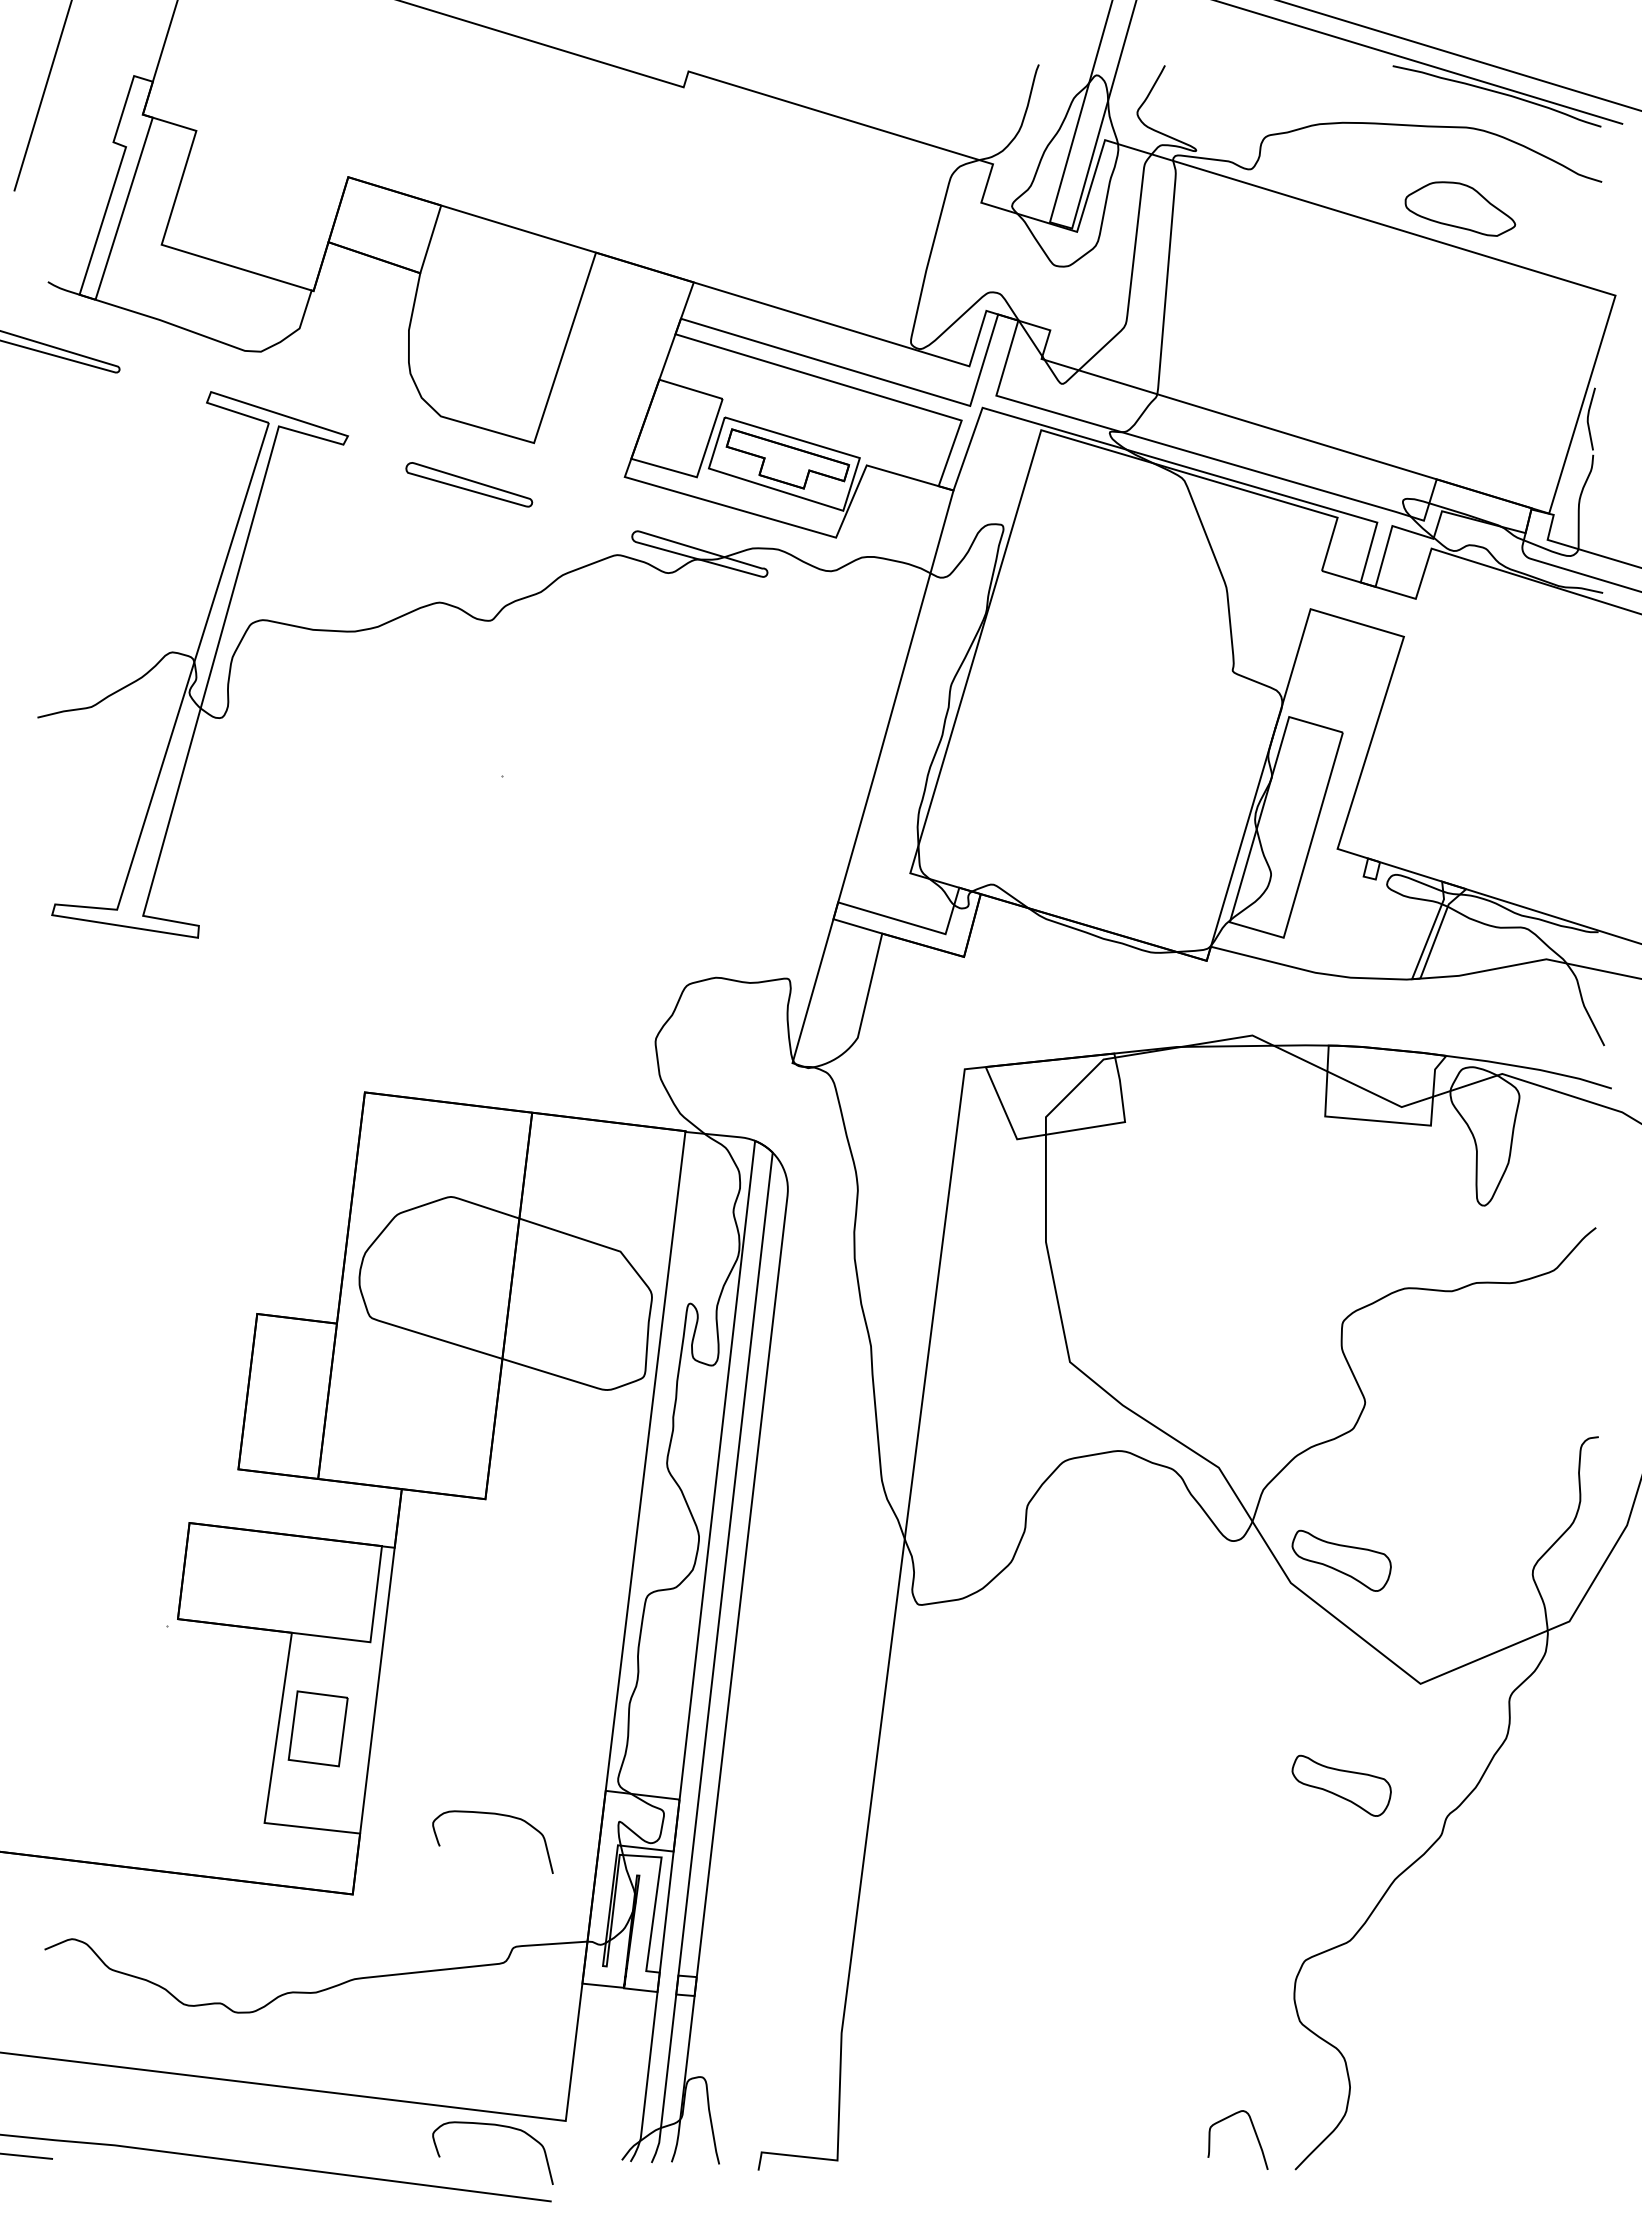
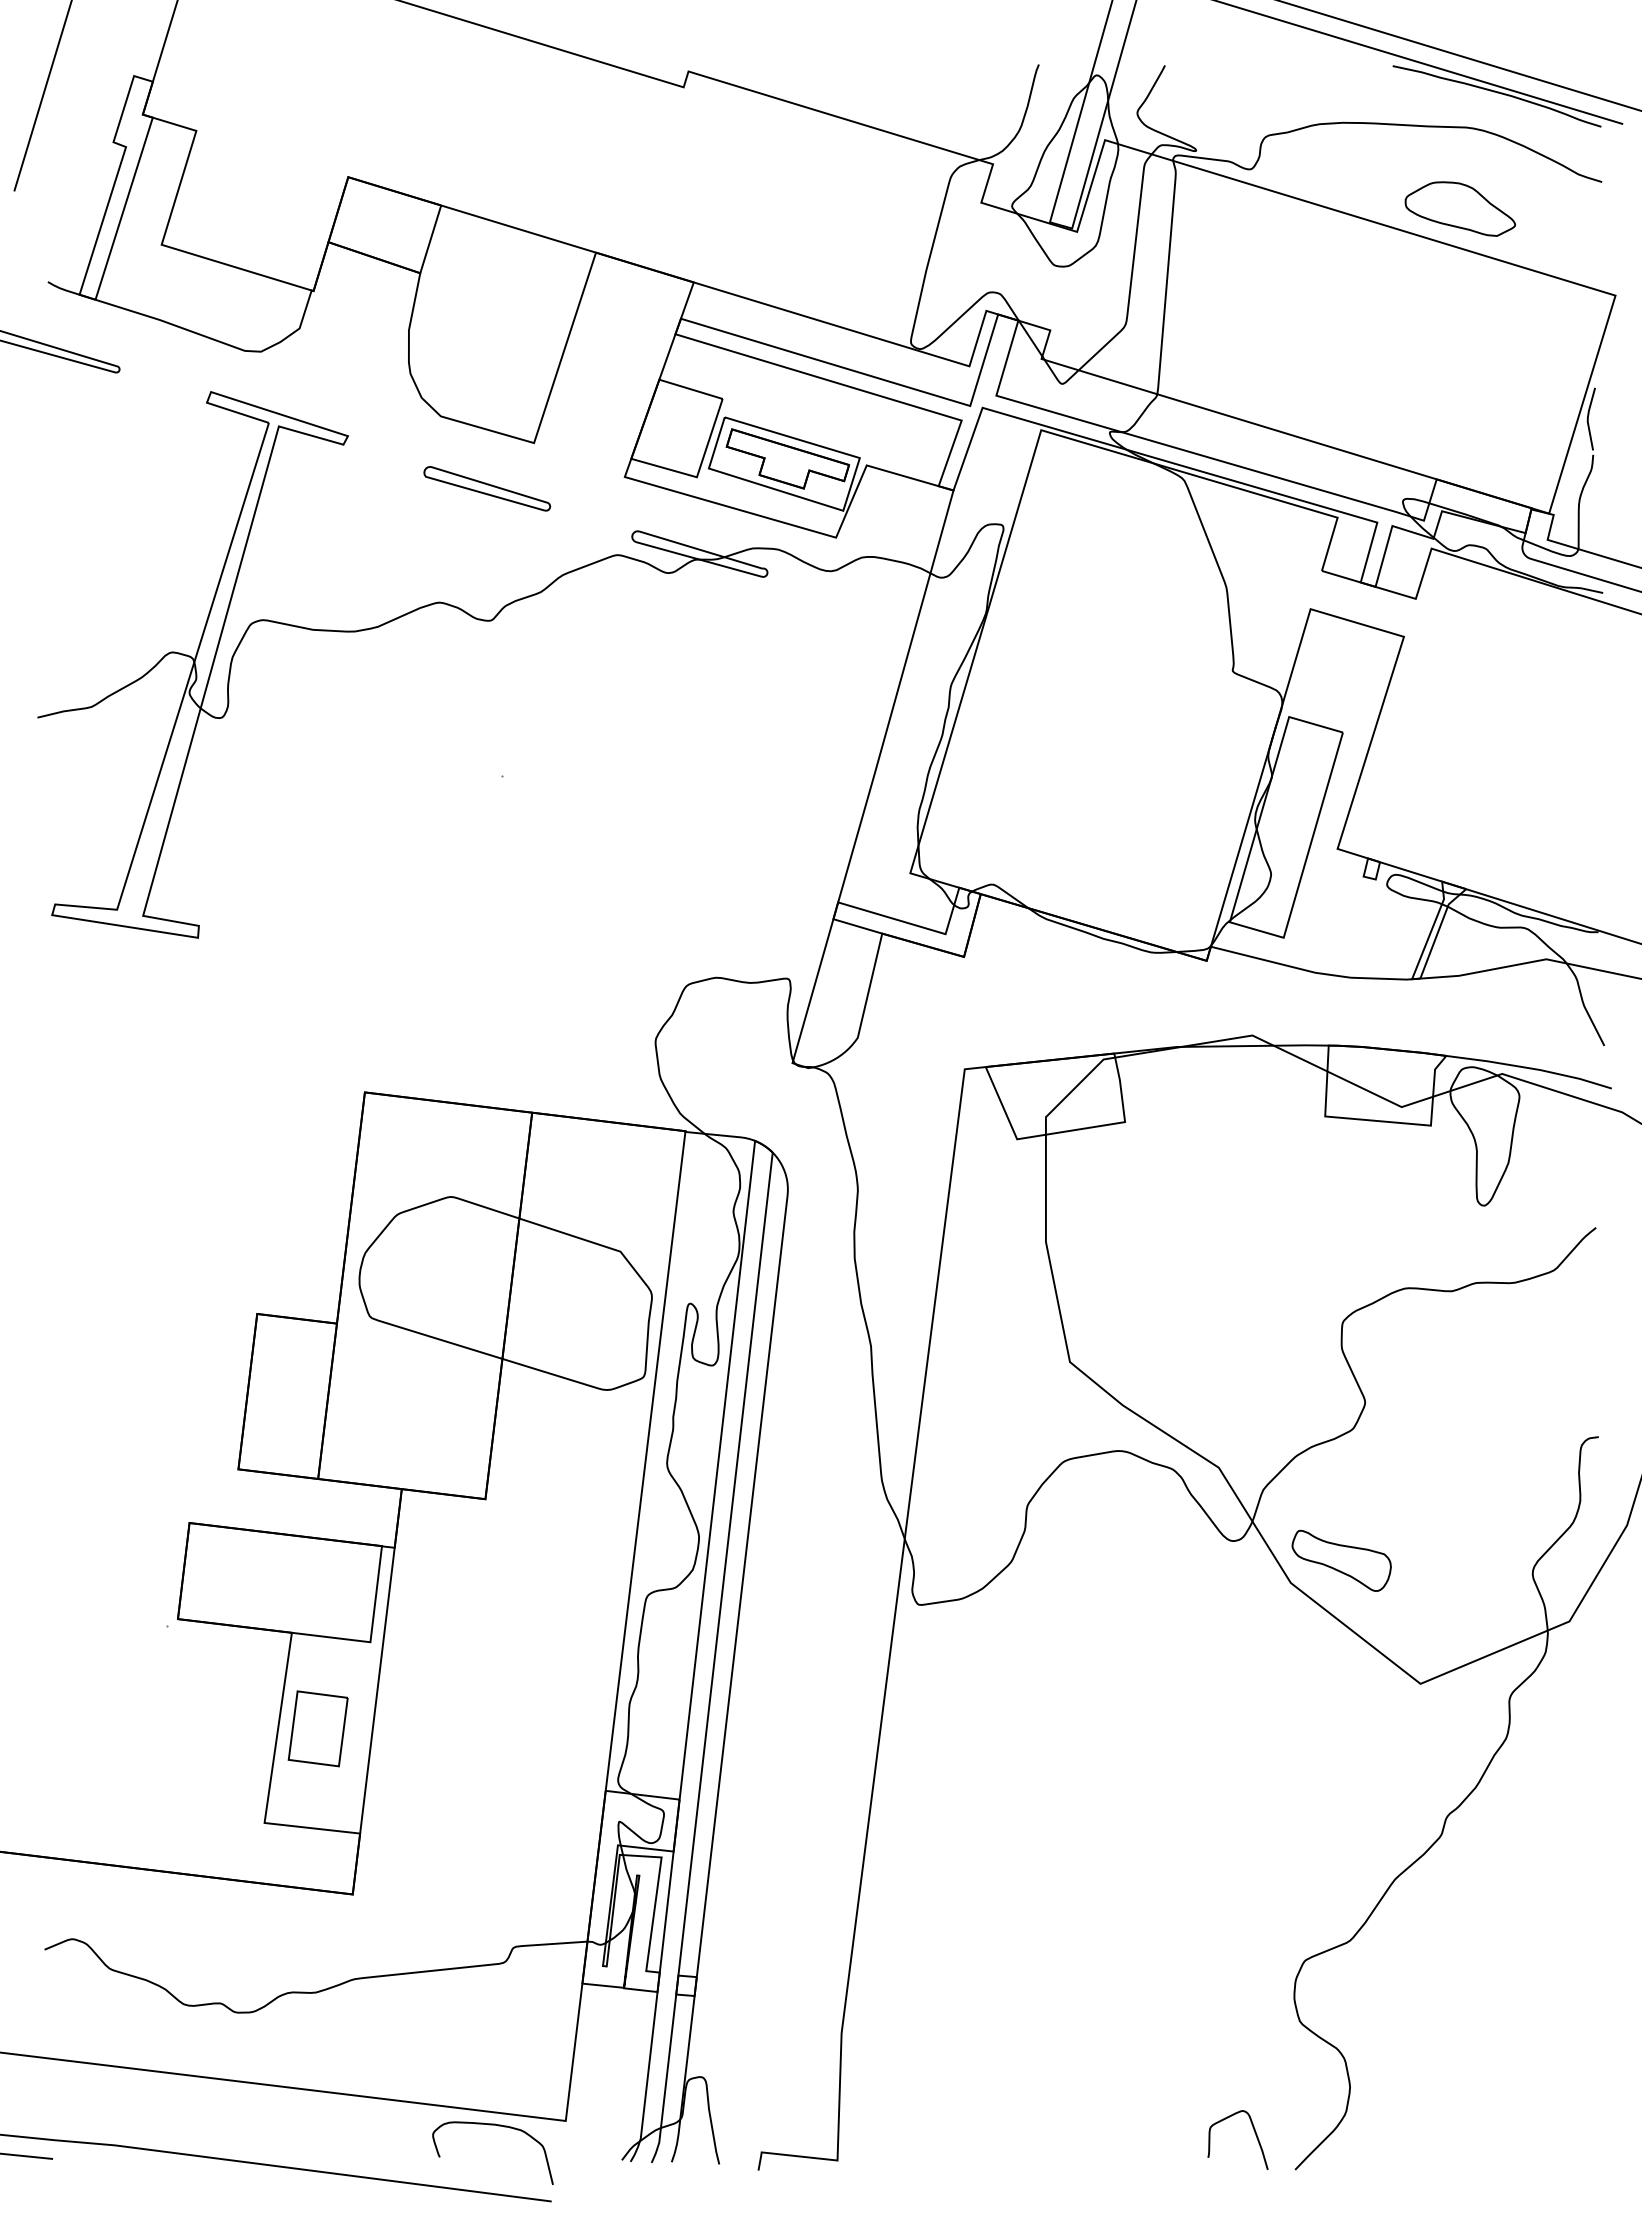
part at (469, 484) position: (469, 484) -> (487, 488)
part at (1341, 1785): present -> none
curve at (498, 1815): present -> none
